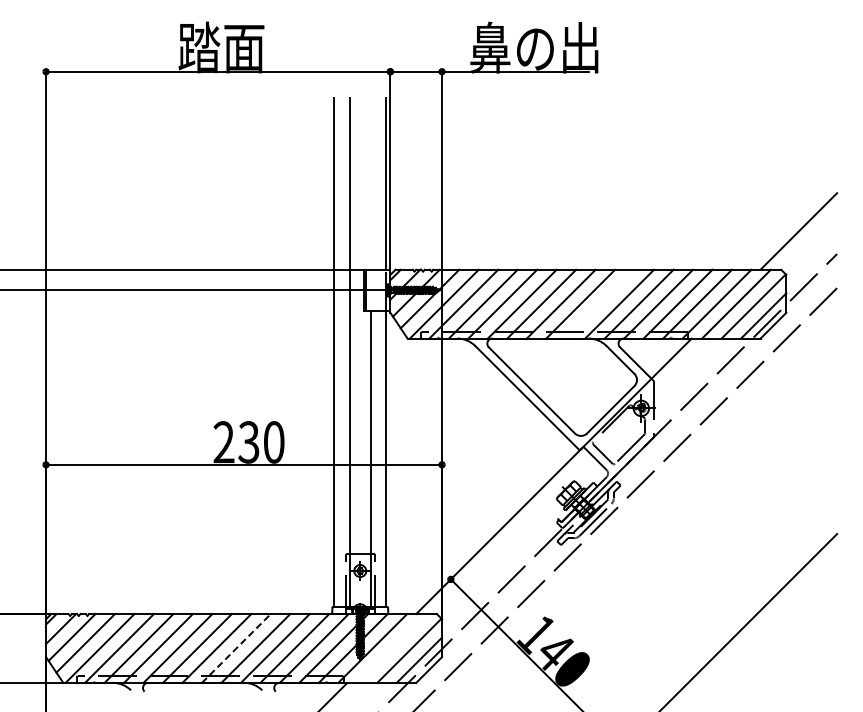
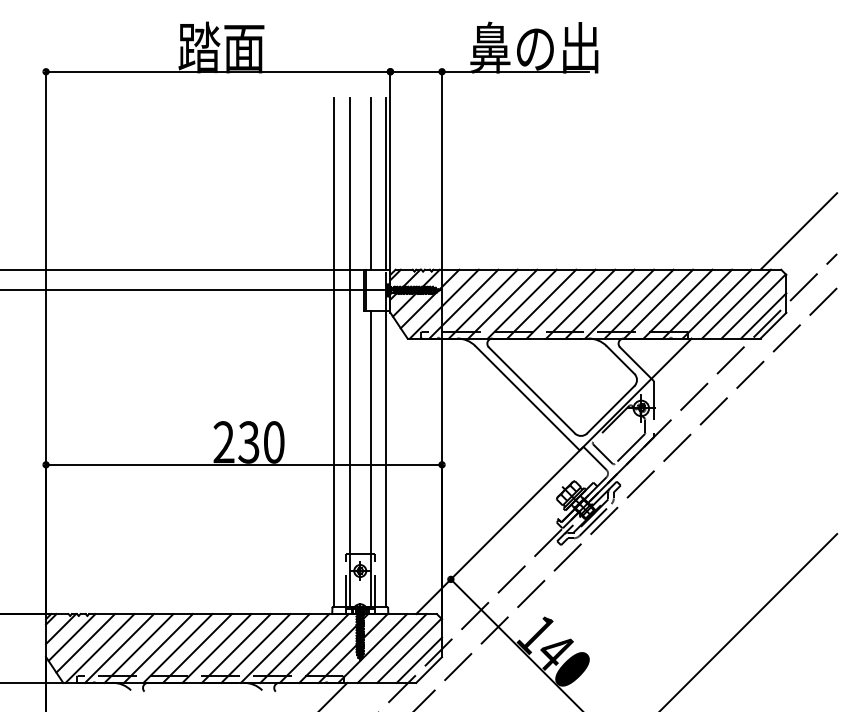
line at (370, 183): none -> present
line at (599, 303): none -> present
line at (236, 648): dashed -> solid
line at (391, 648): none -> present
